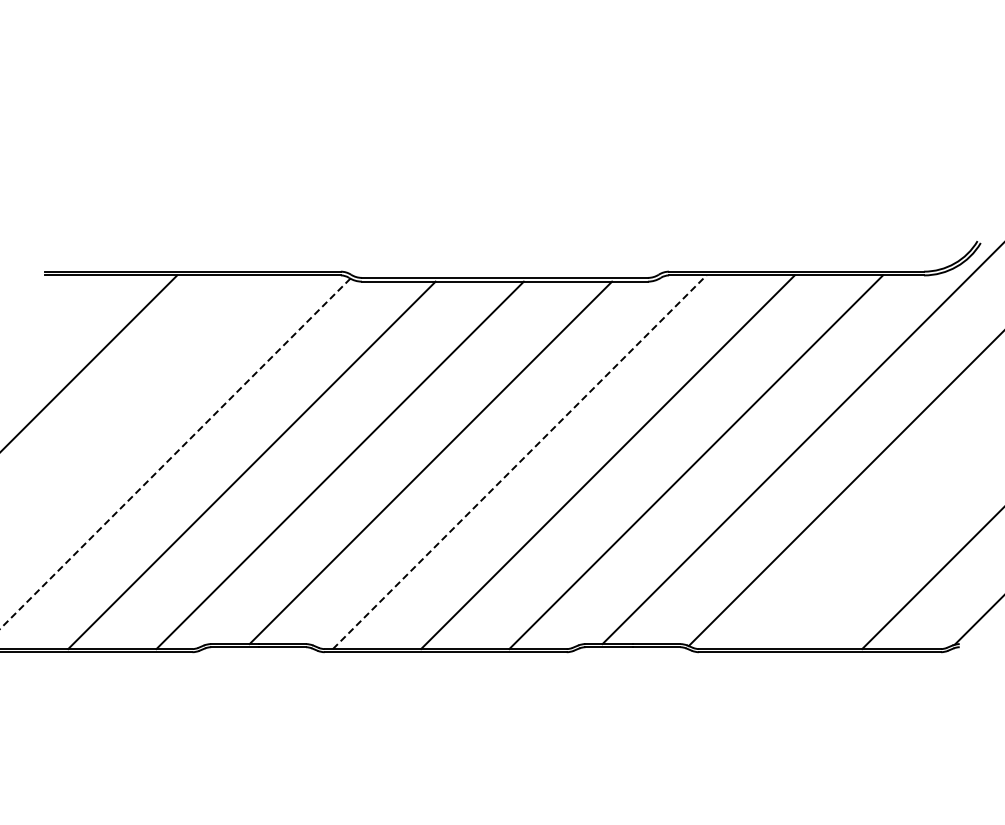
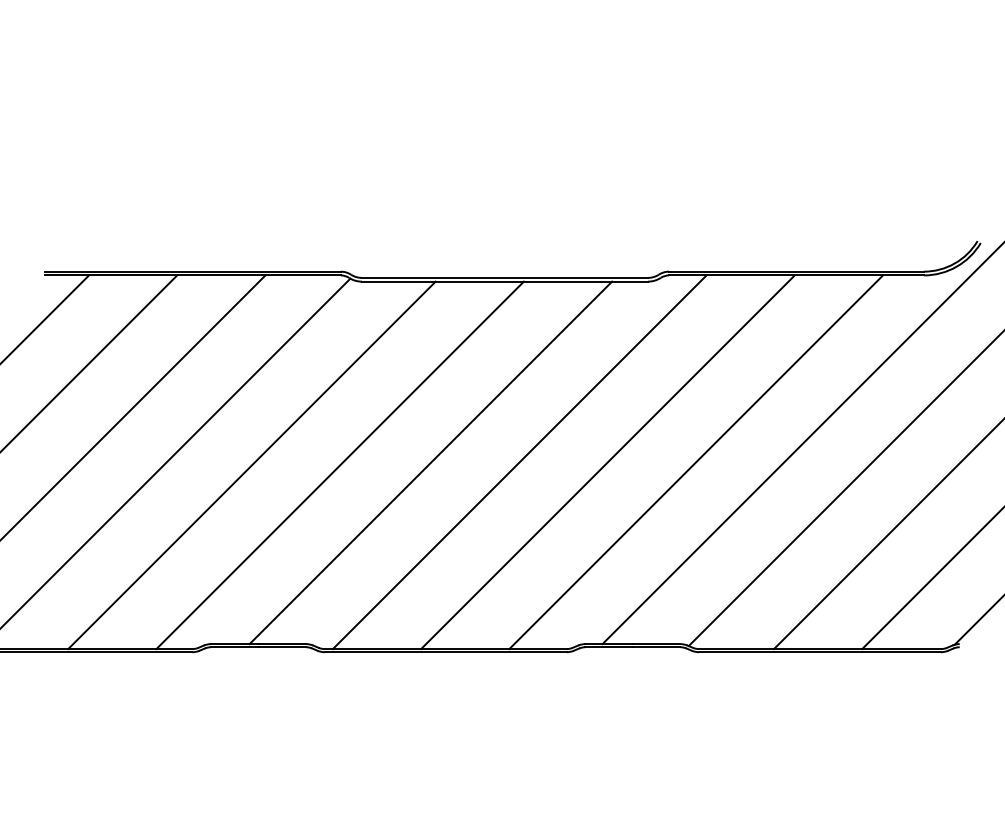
line at (45, 318): none -> present
line at (133, 406): none -> present
line at (175, 453): dashed -> solid
line at (520, 461): dashed -> solid
line at (887, 535): none -> present
